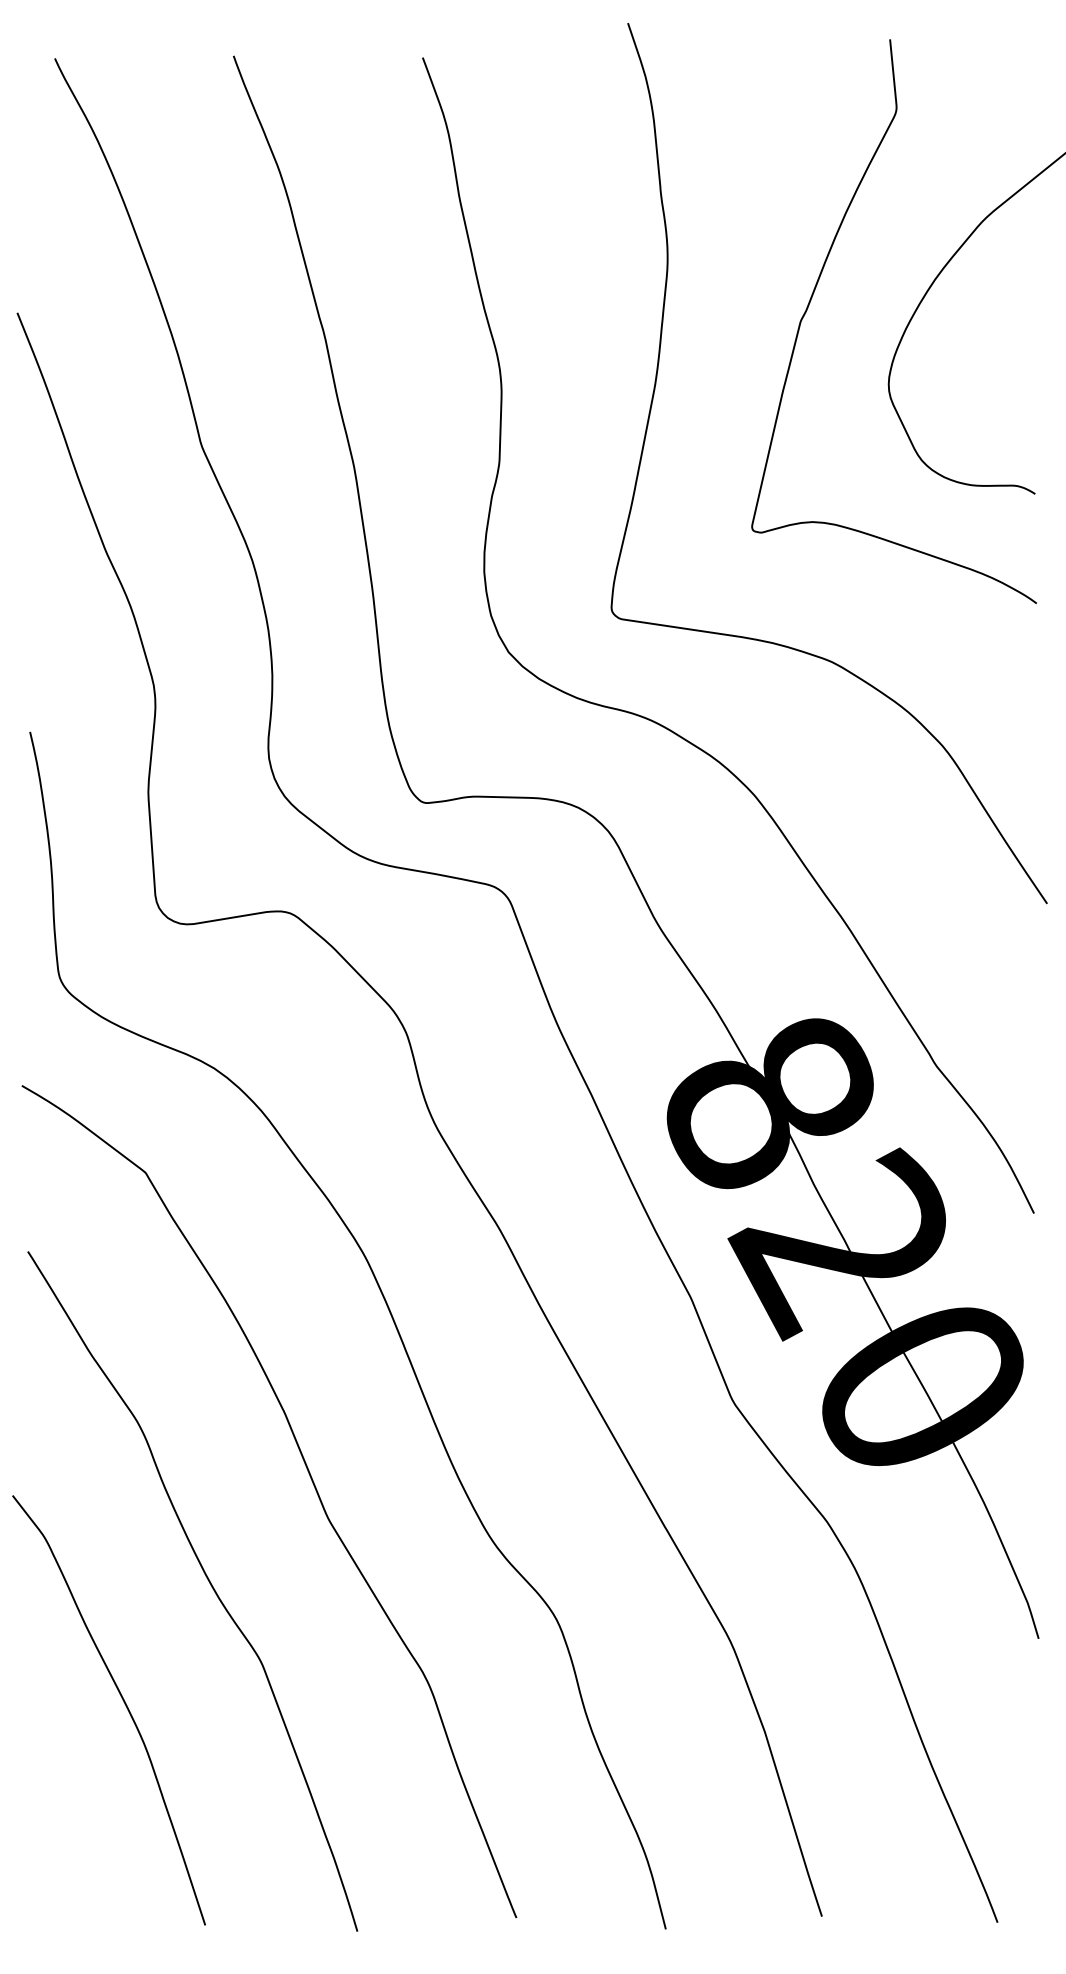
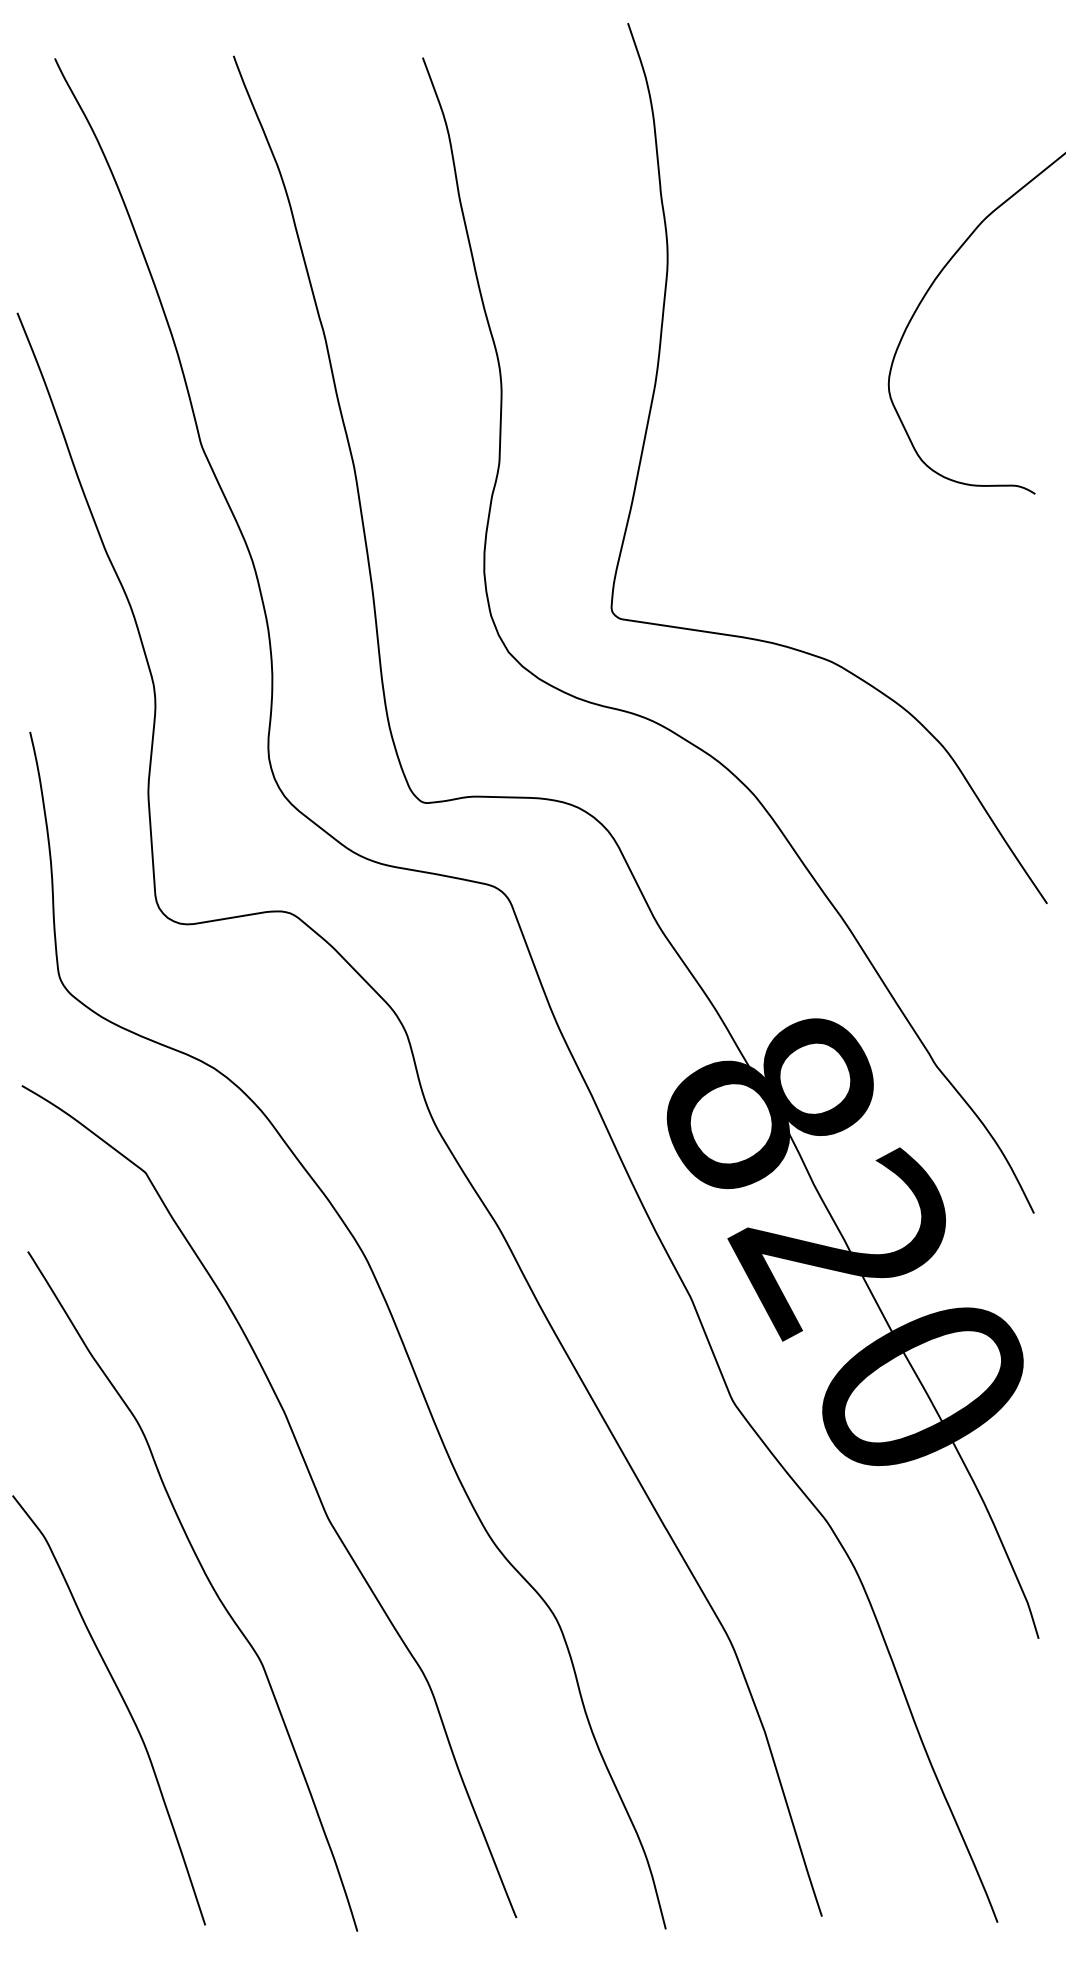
curve at (815, 290): present -> none
